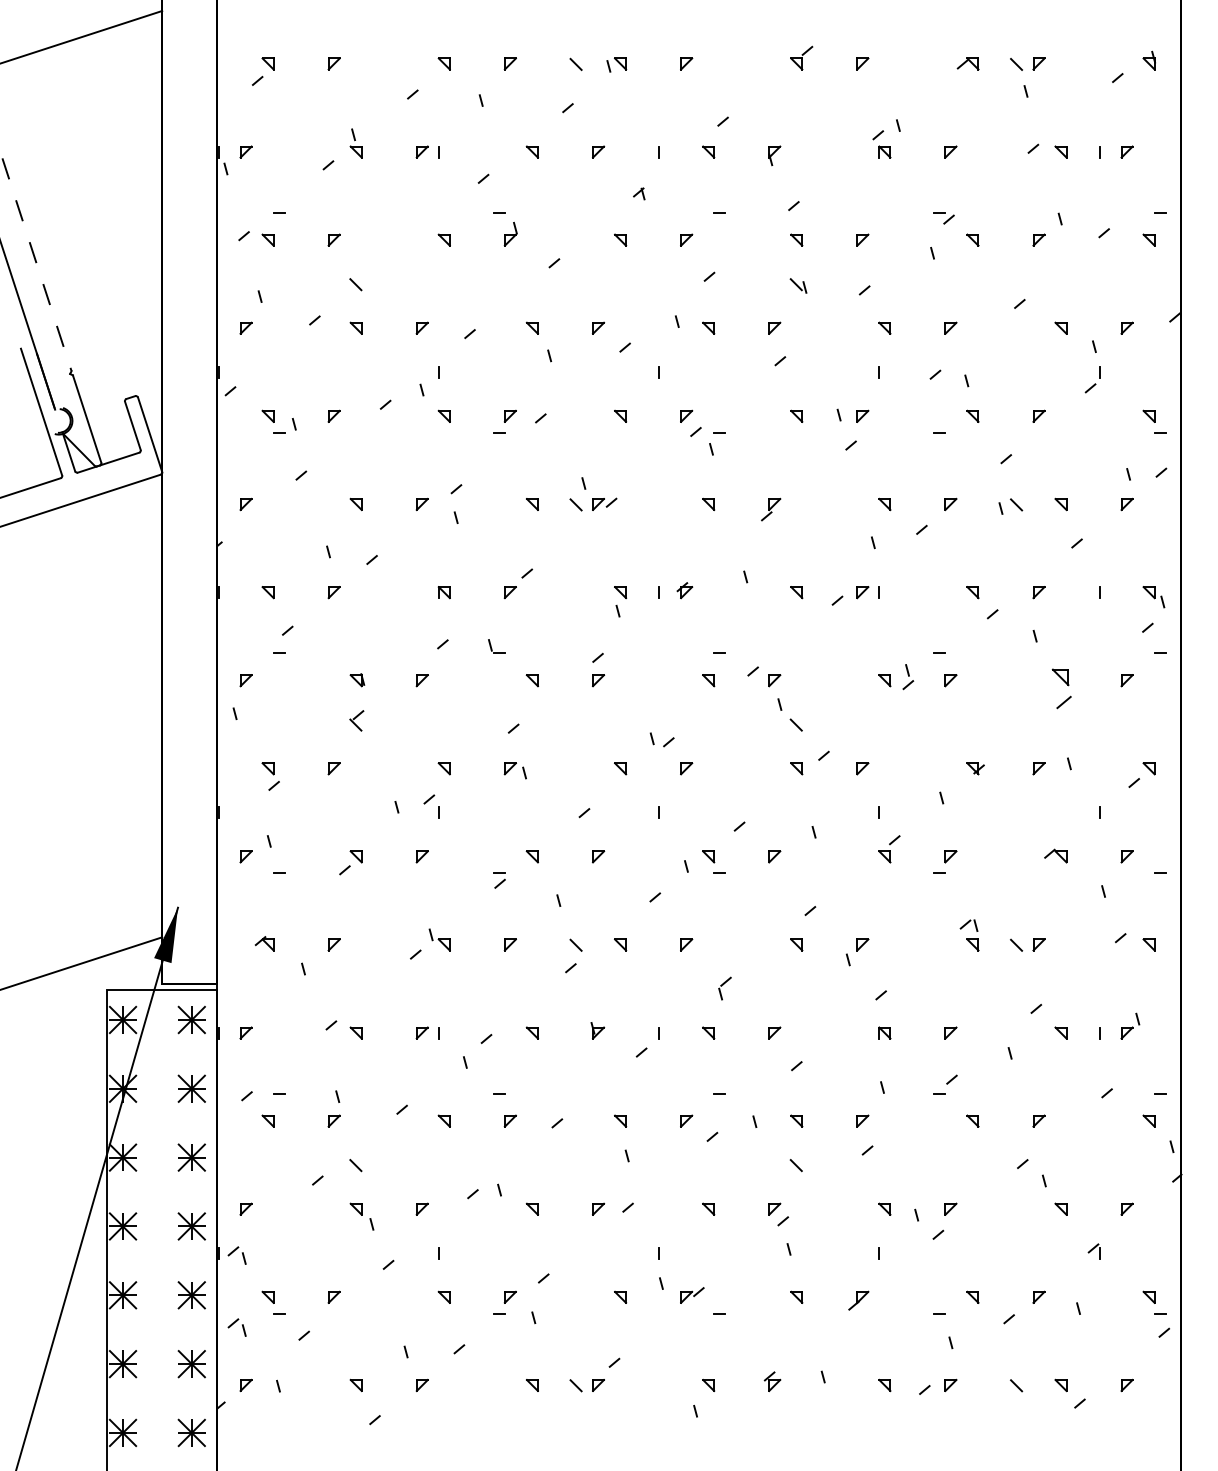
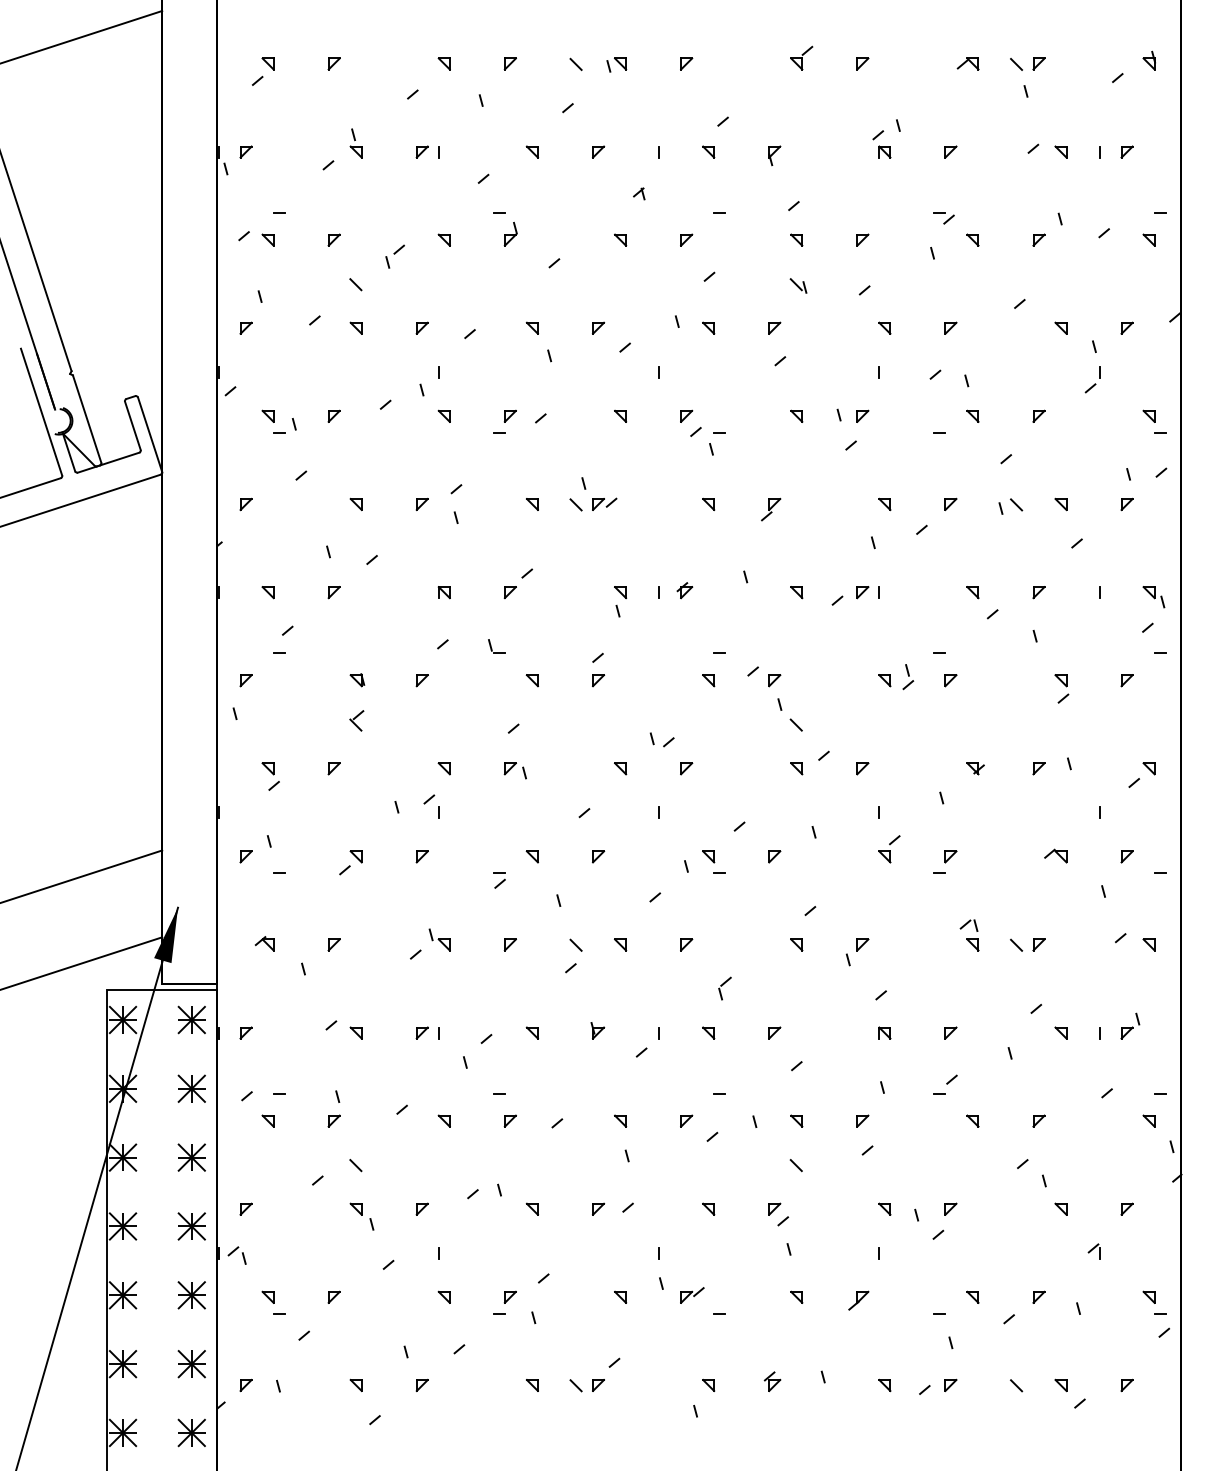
part at (394, 256): none -> present
line at (36, 261): dashed -> solid
part at (1061, 688) size: 21x42 px -> 16x30 px
line at (82, 876): none -> present
part at (236, 1327): present -> none
